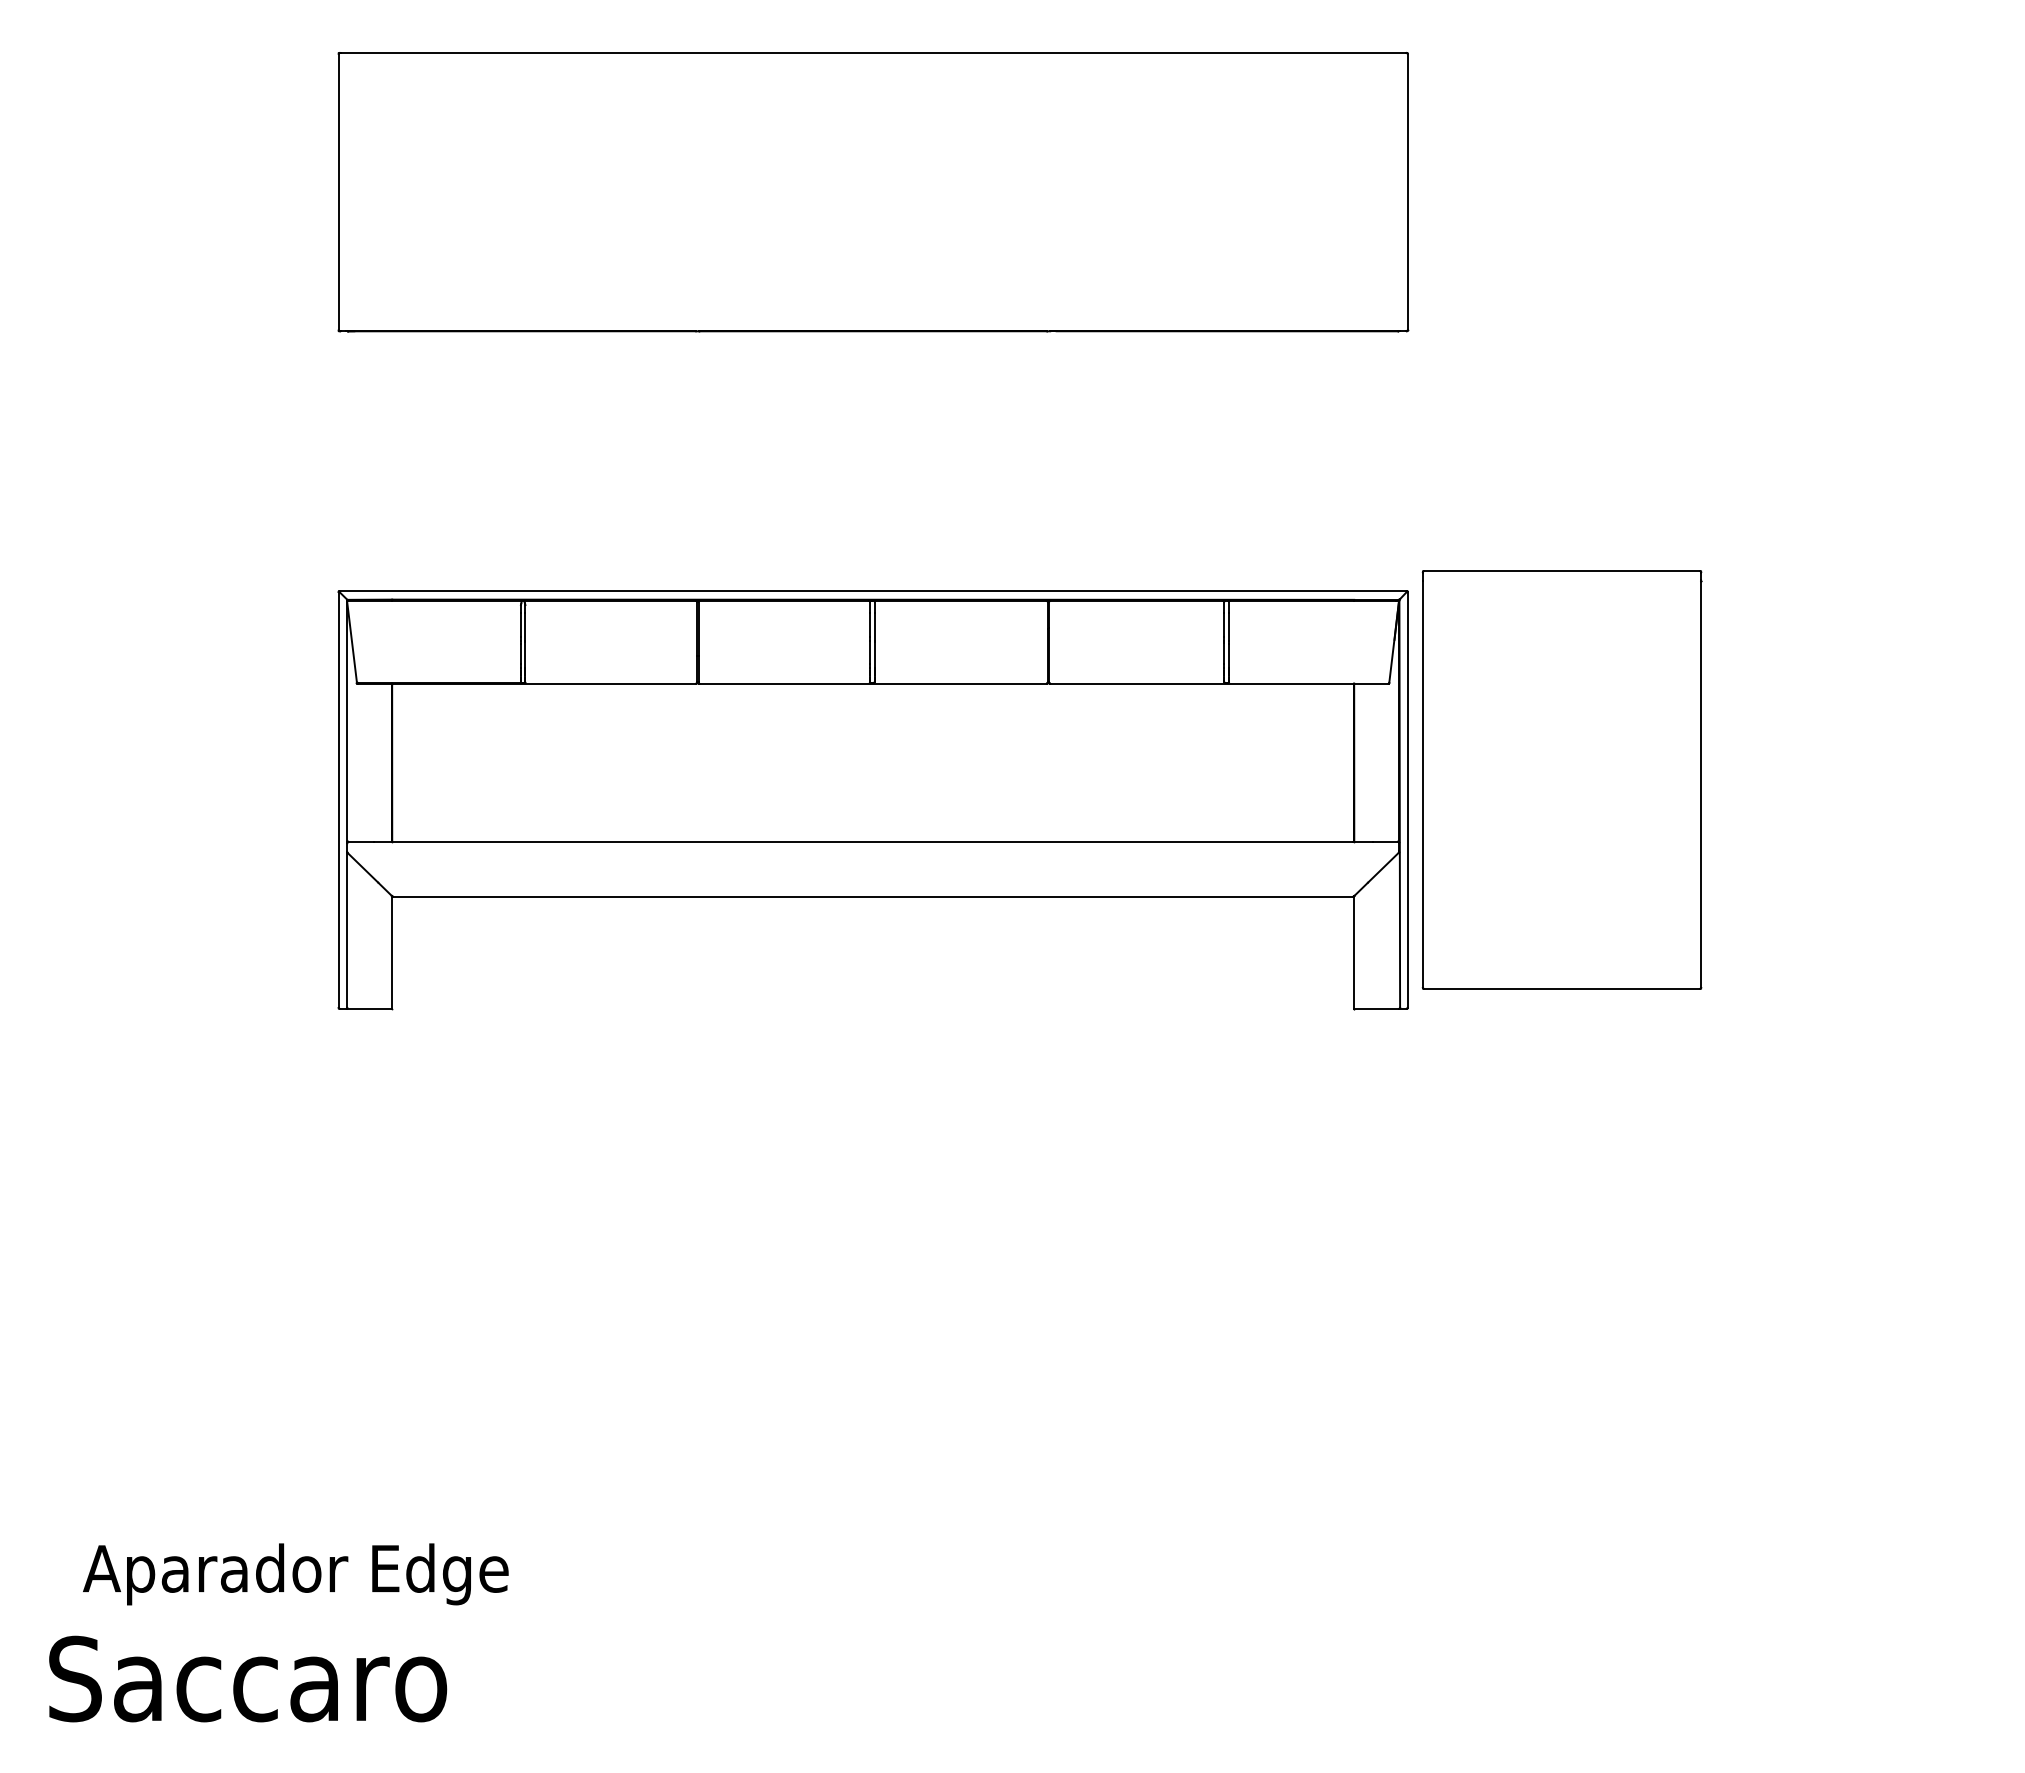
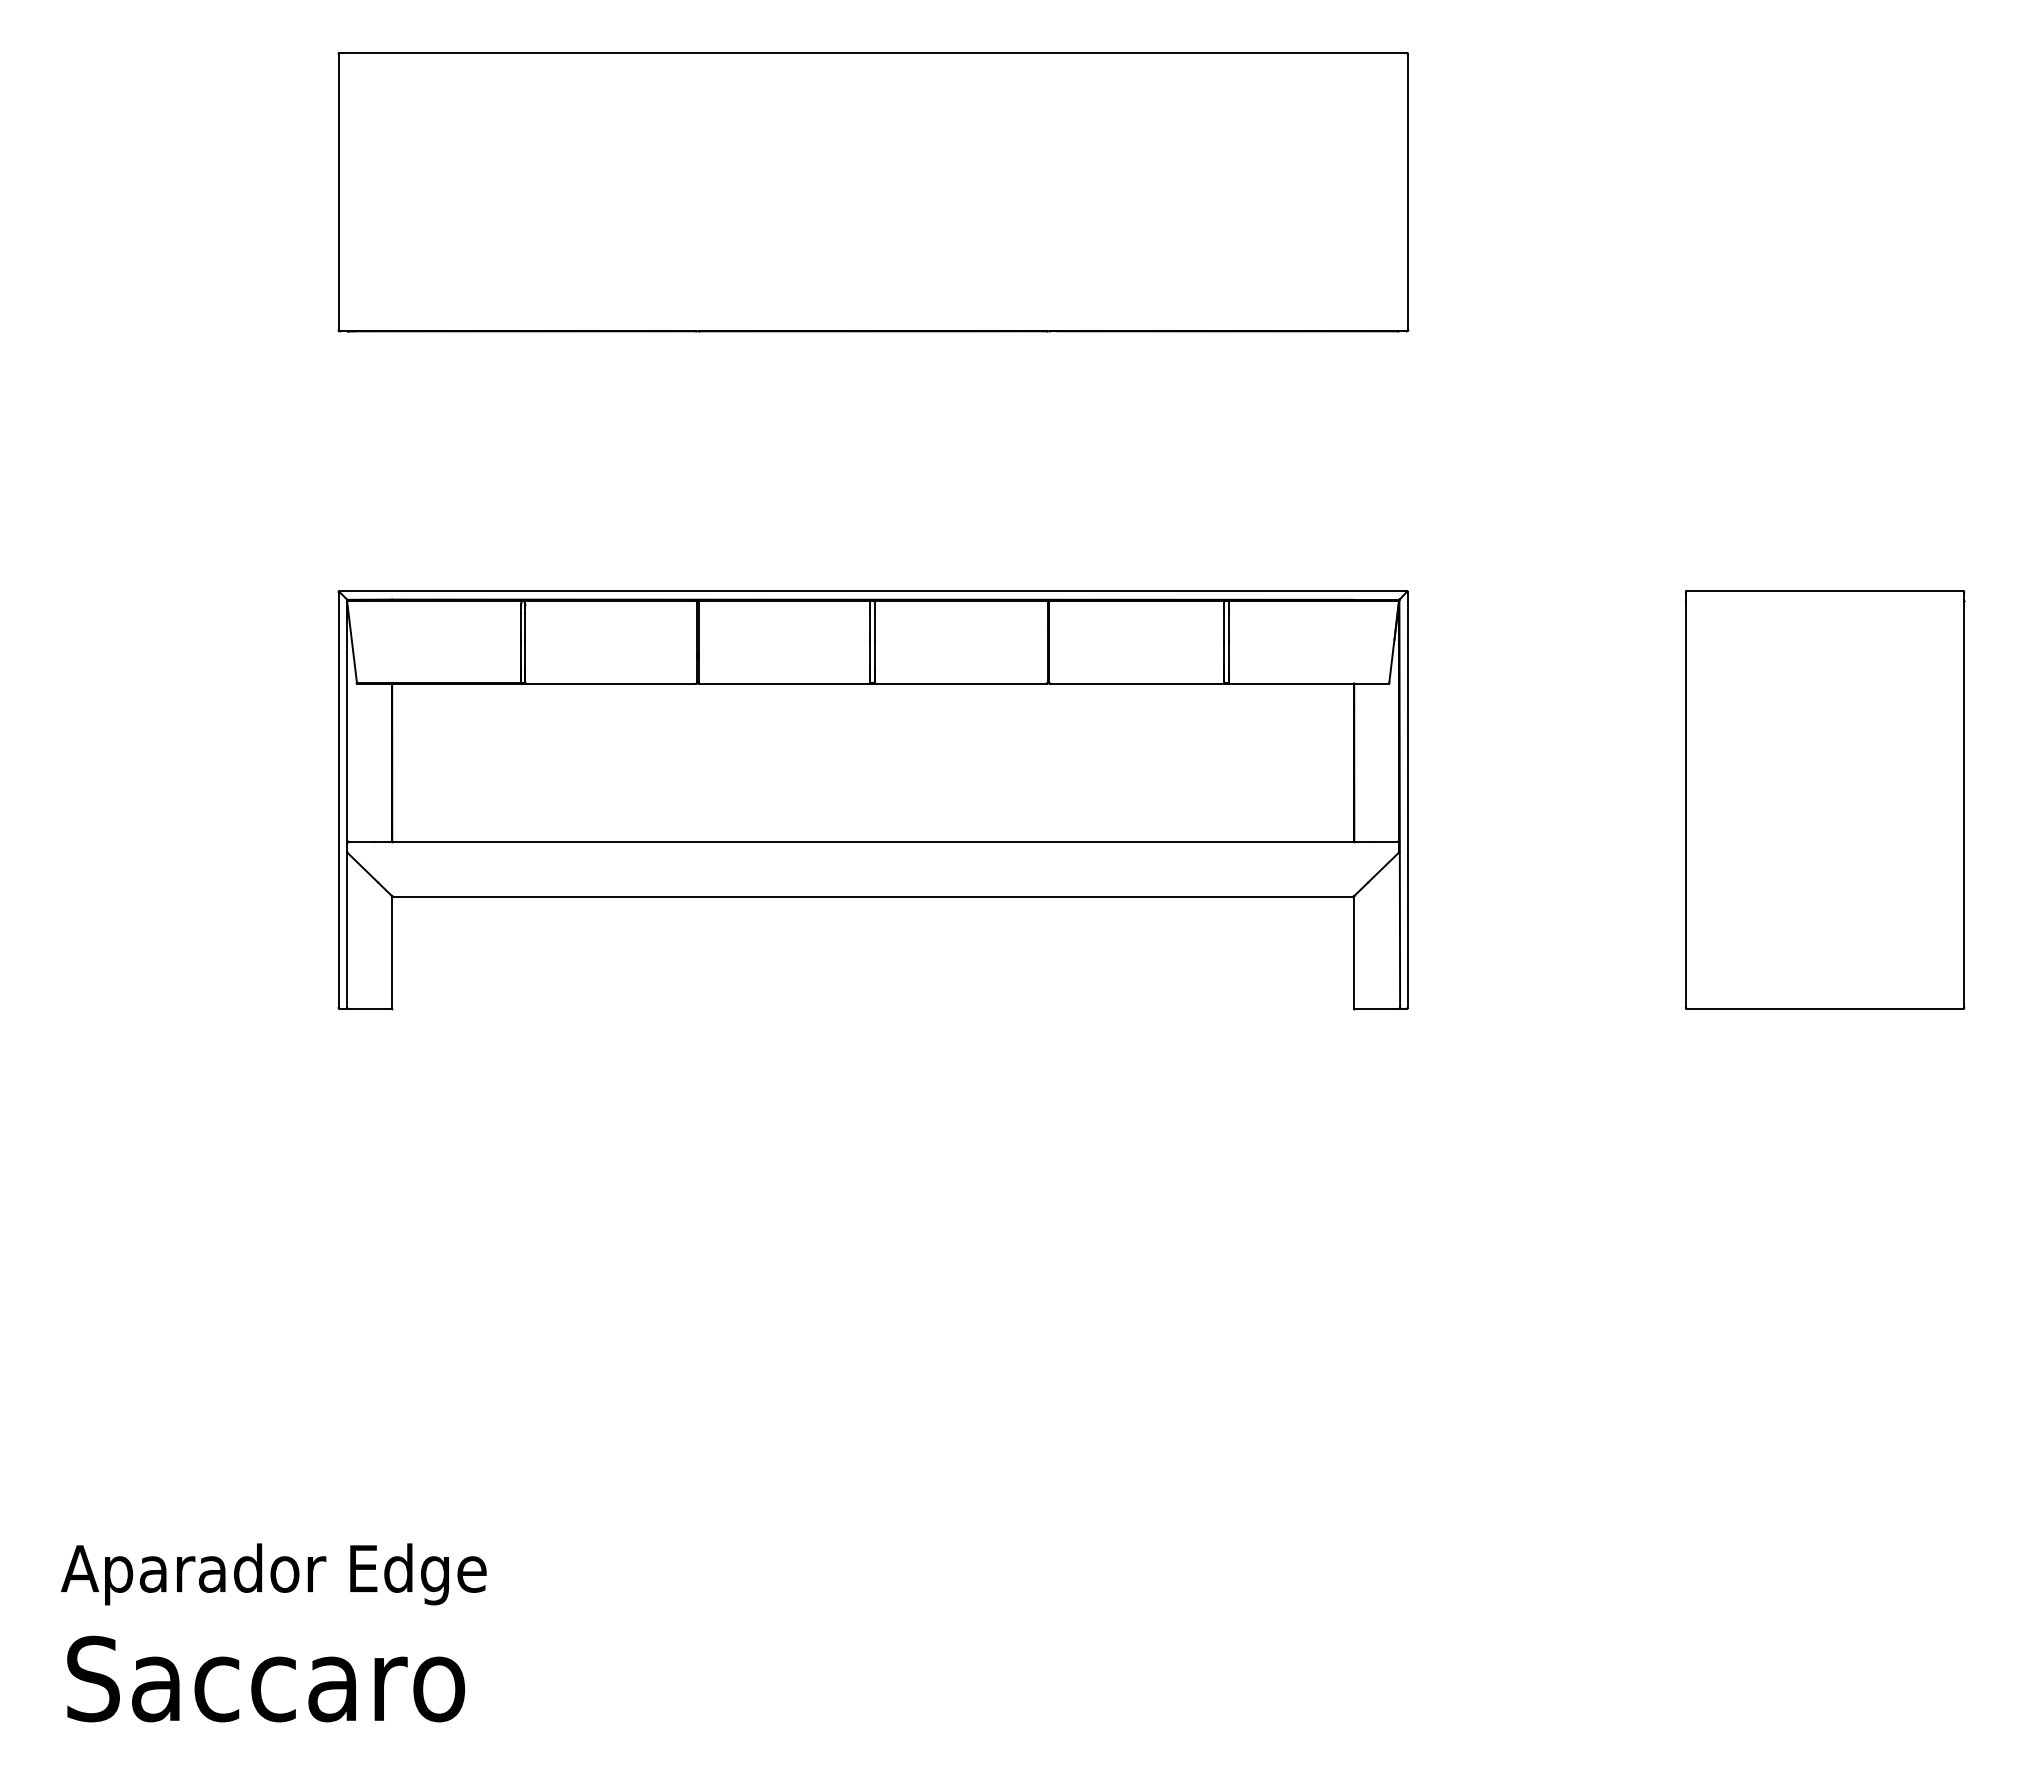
part at (1561, 779) position: (1561, 779) -> (1824, 799)
text at (295, 1574) position: (295, 1574) -> (273, 1574)
text at (248, 1678) position: (248, 1678) -> (266, 1678)
